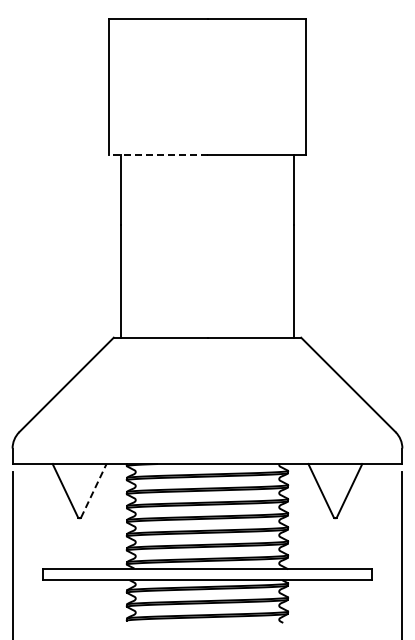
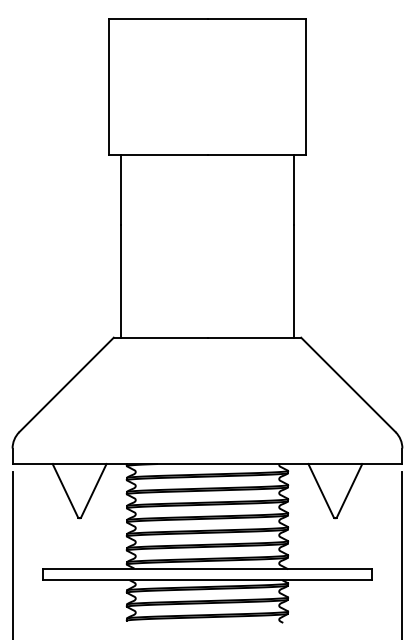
line at (157, 154): dashed -> solid
line at (93, 490): dashed -> solid
